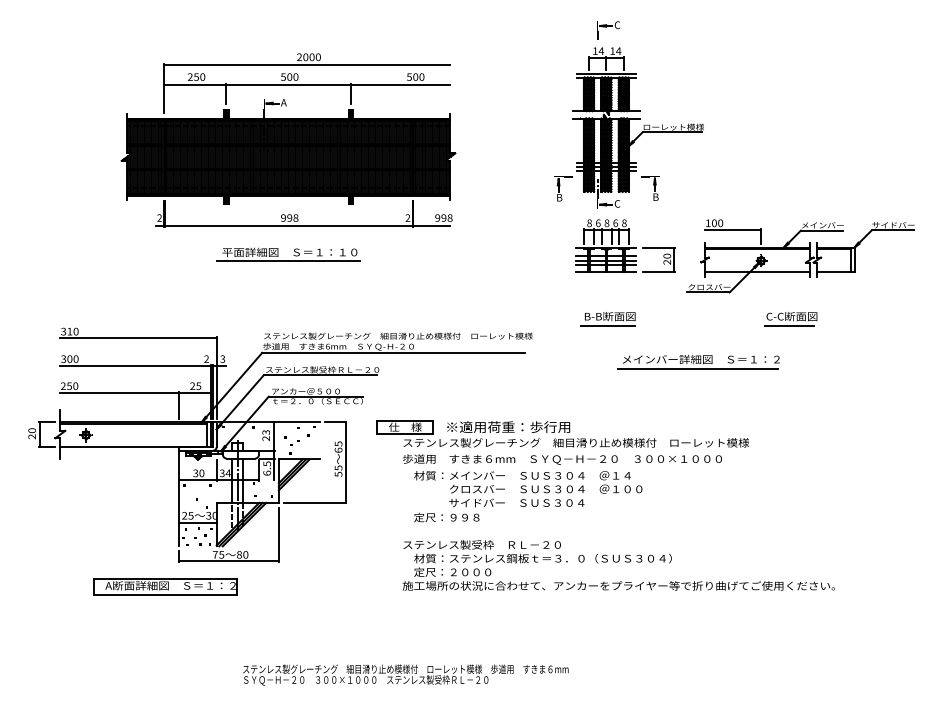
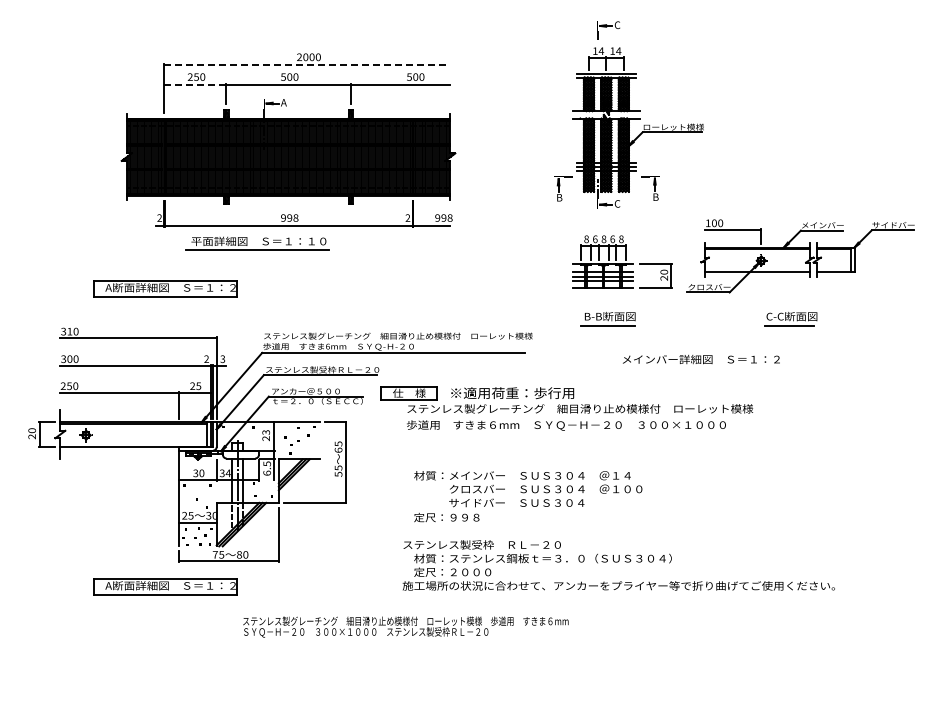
line at (307, 64): solid -> dashed
line at (195, 84): solid -> dashed
part at (625, 245) position: (625, 245) -> (622, 261)
part at (288, 254) position: (288, 254) -> (257, 243)
part at (165, 288): none -> present
line at (697, 368): present -> none
part at (562, 442) position: (562, 442) -> (566, 408)
text at (405, 674) position: (405, 674) -> (405, 626)
